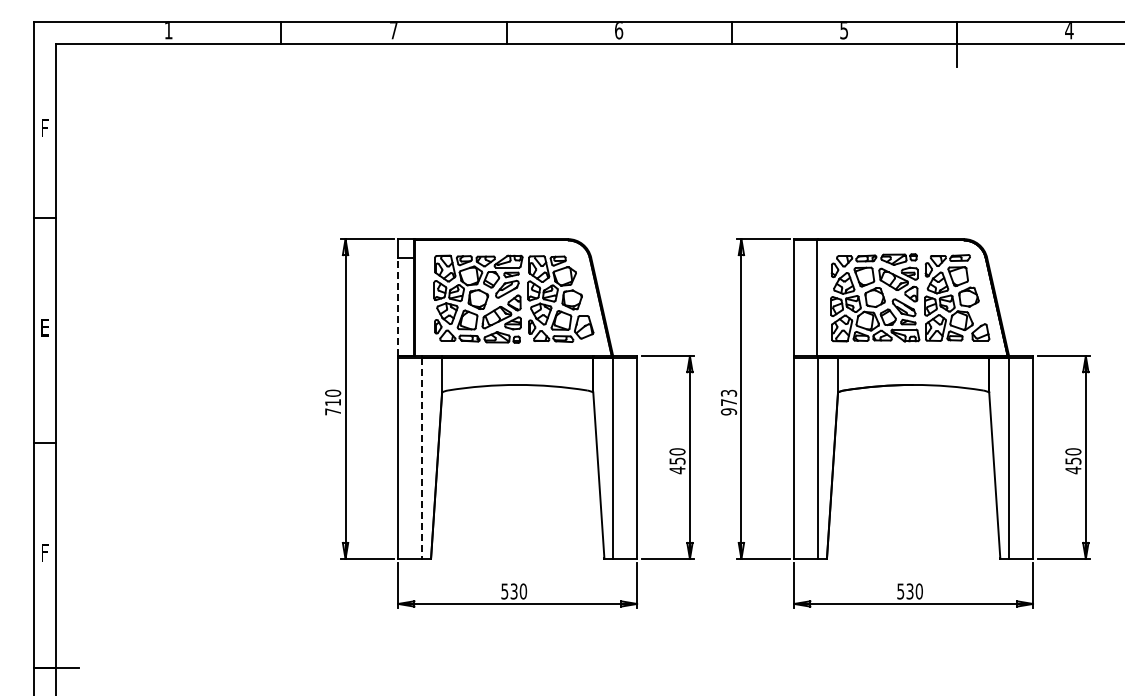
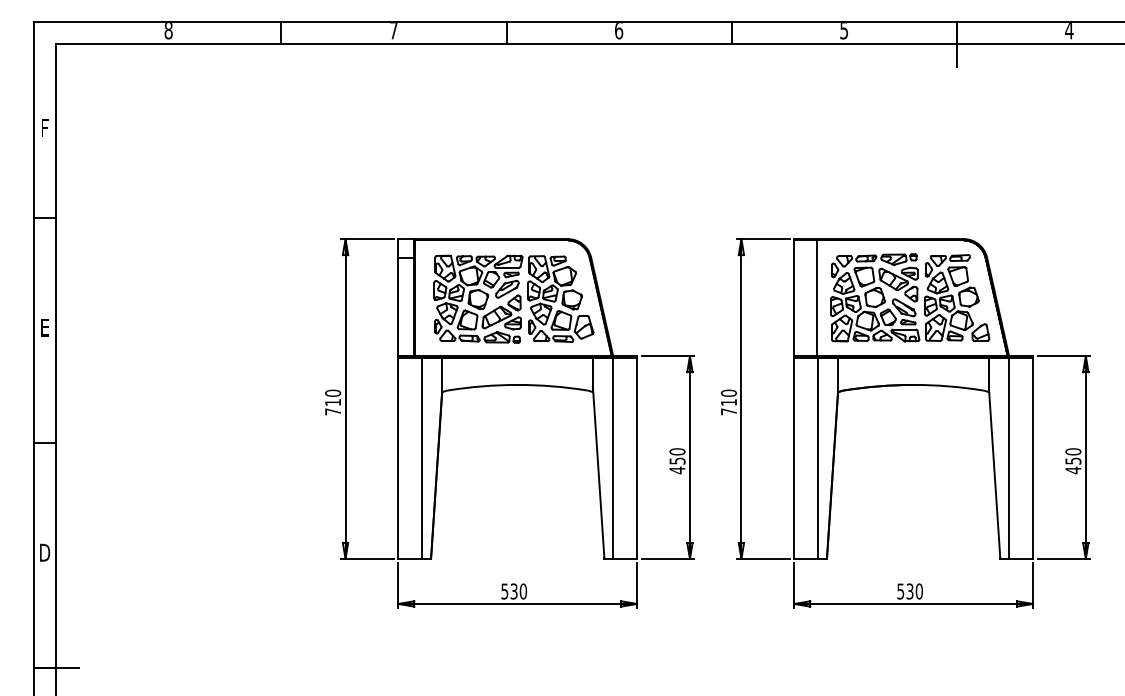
text at (168, 31): 1 -> 8
line at (398, 306): dashed -> solid
text at (729, 402): 973 -> 710
line at (422, 458): dashed -> solid
text at (45, 552): F -> D
